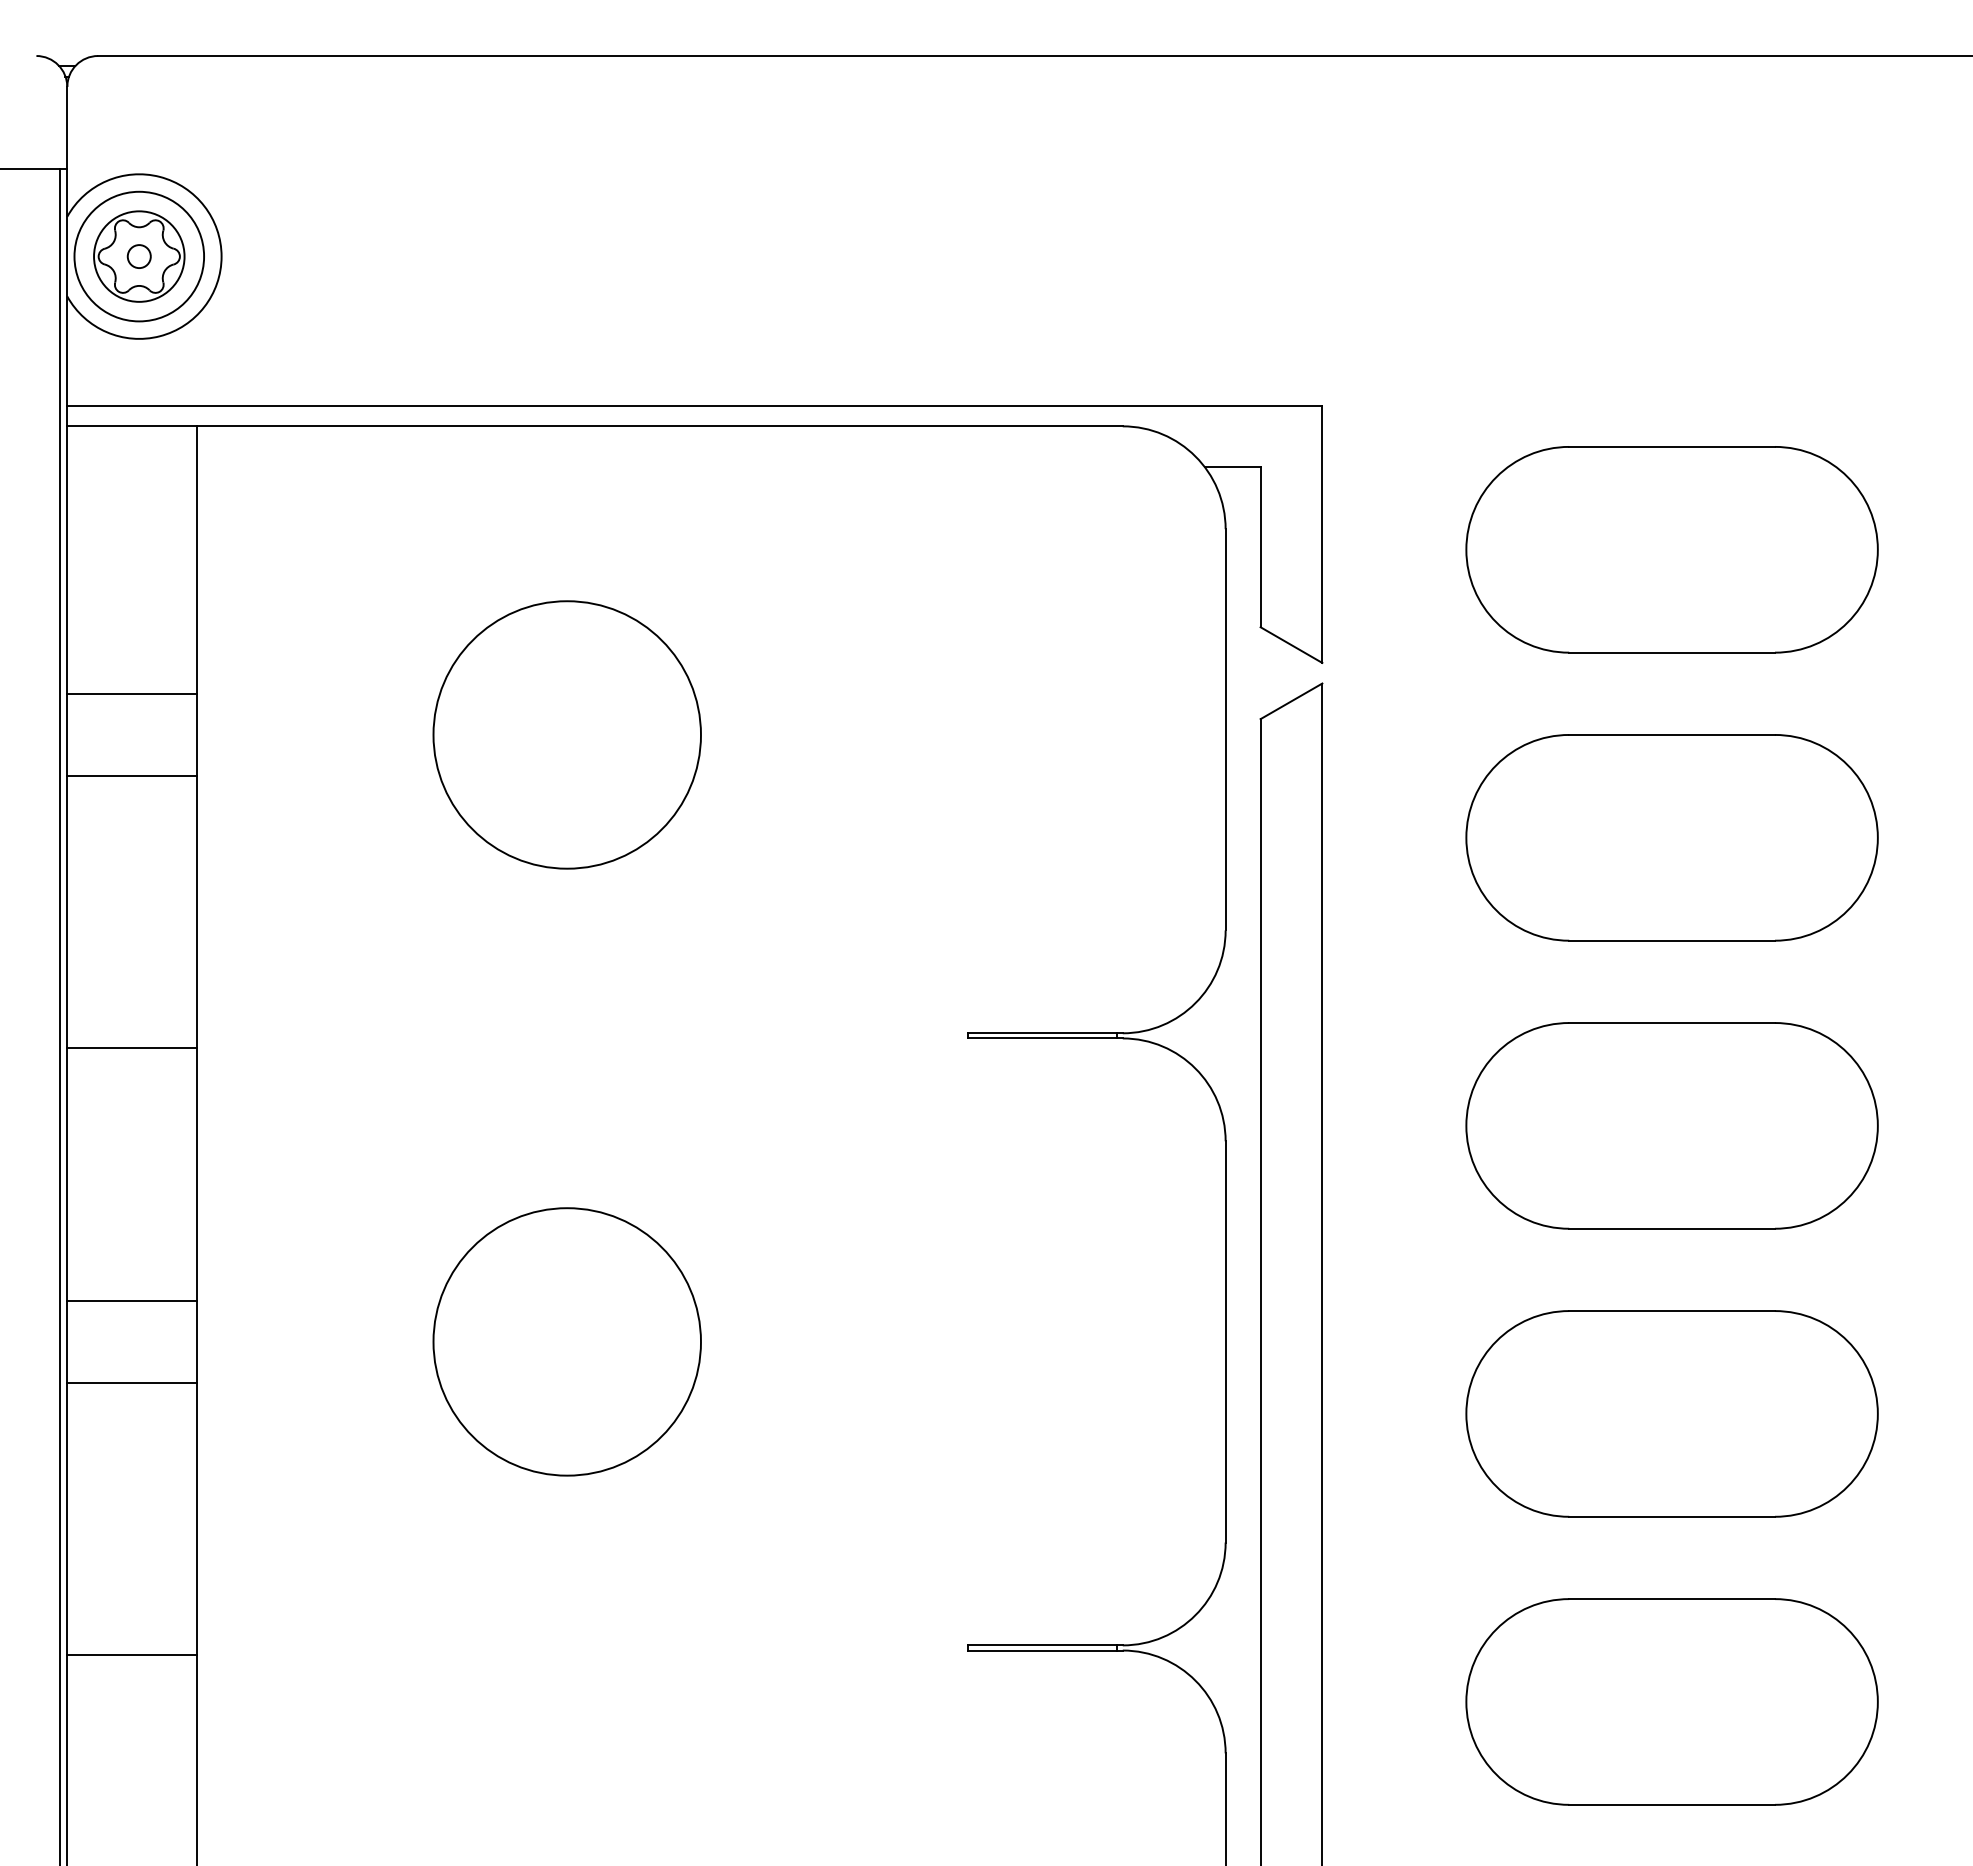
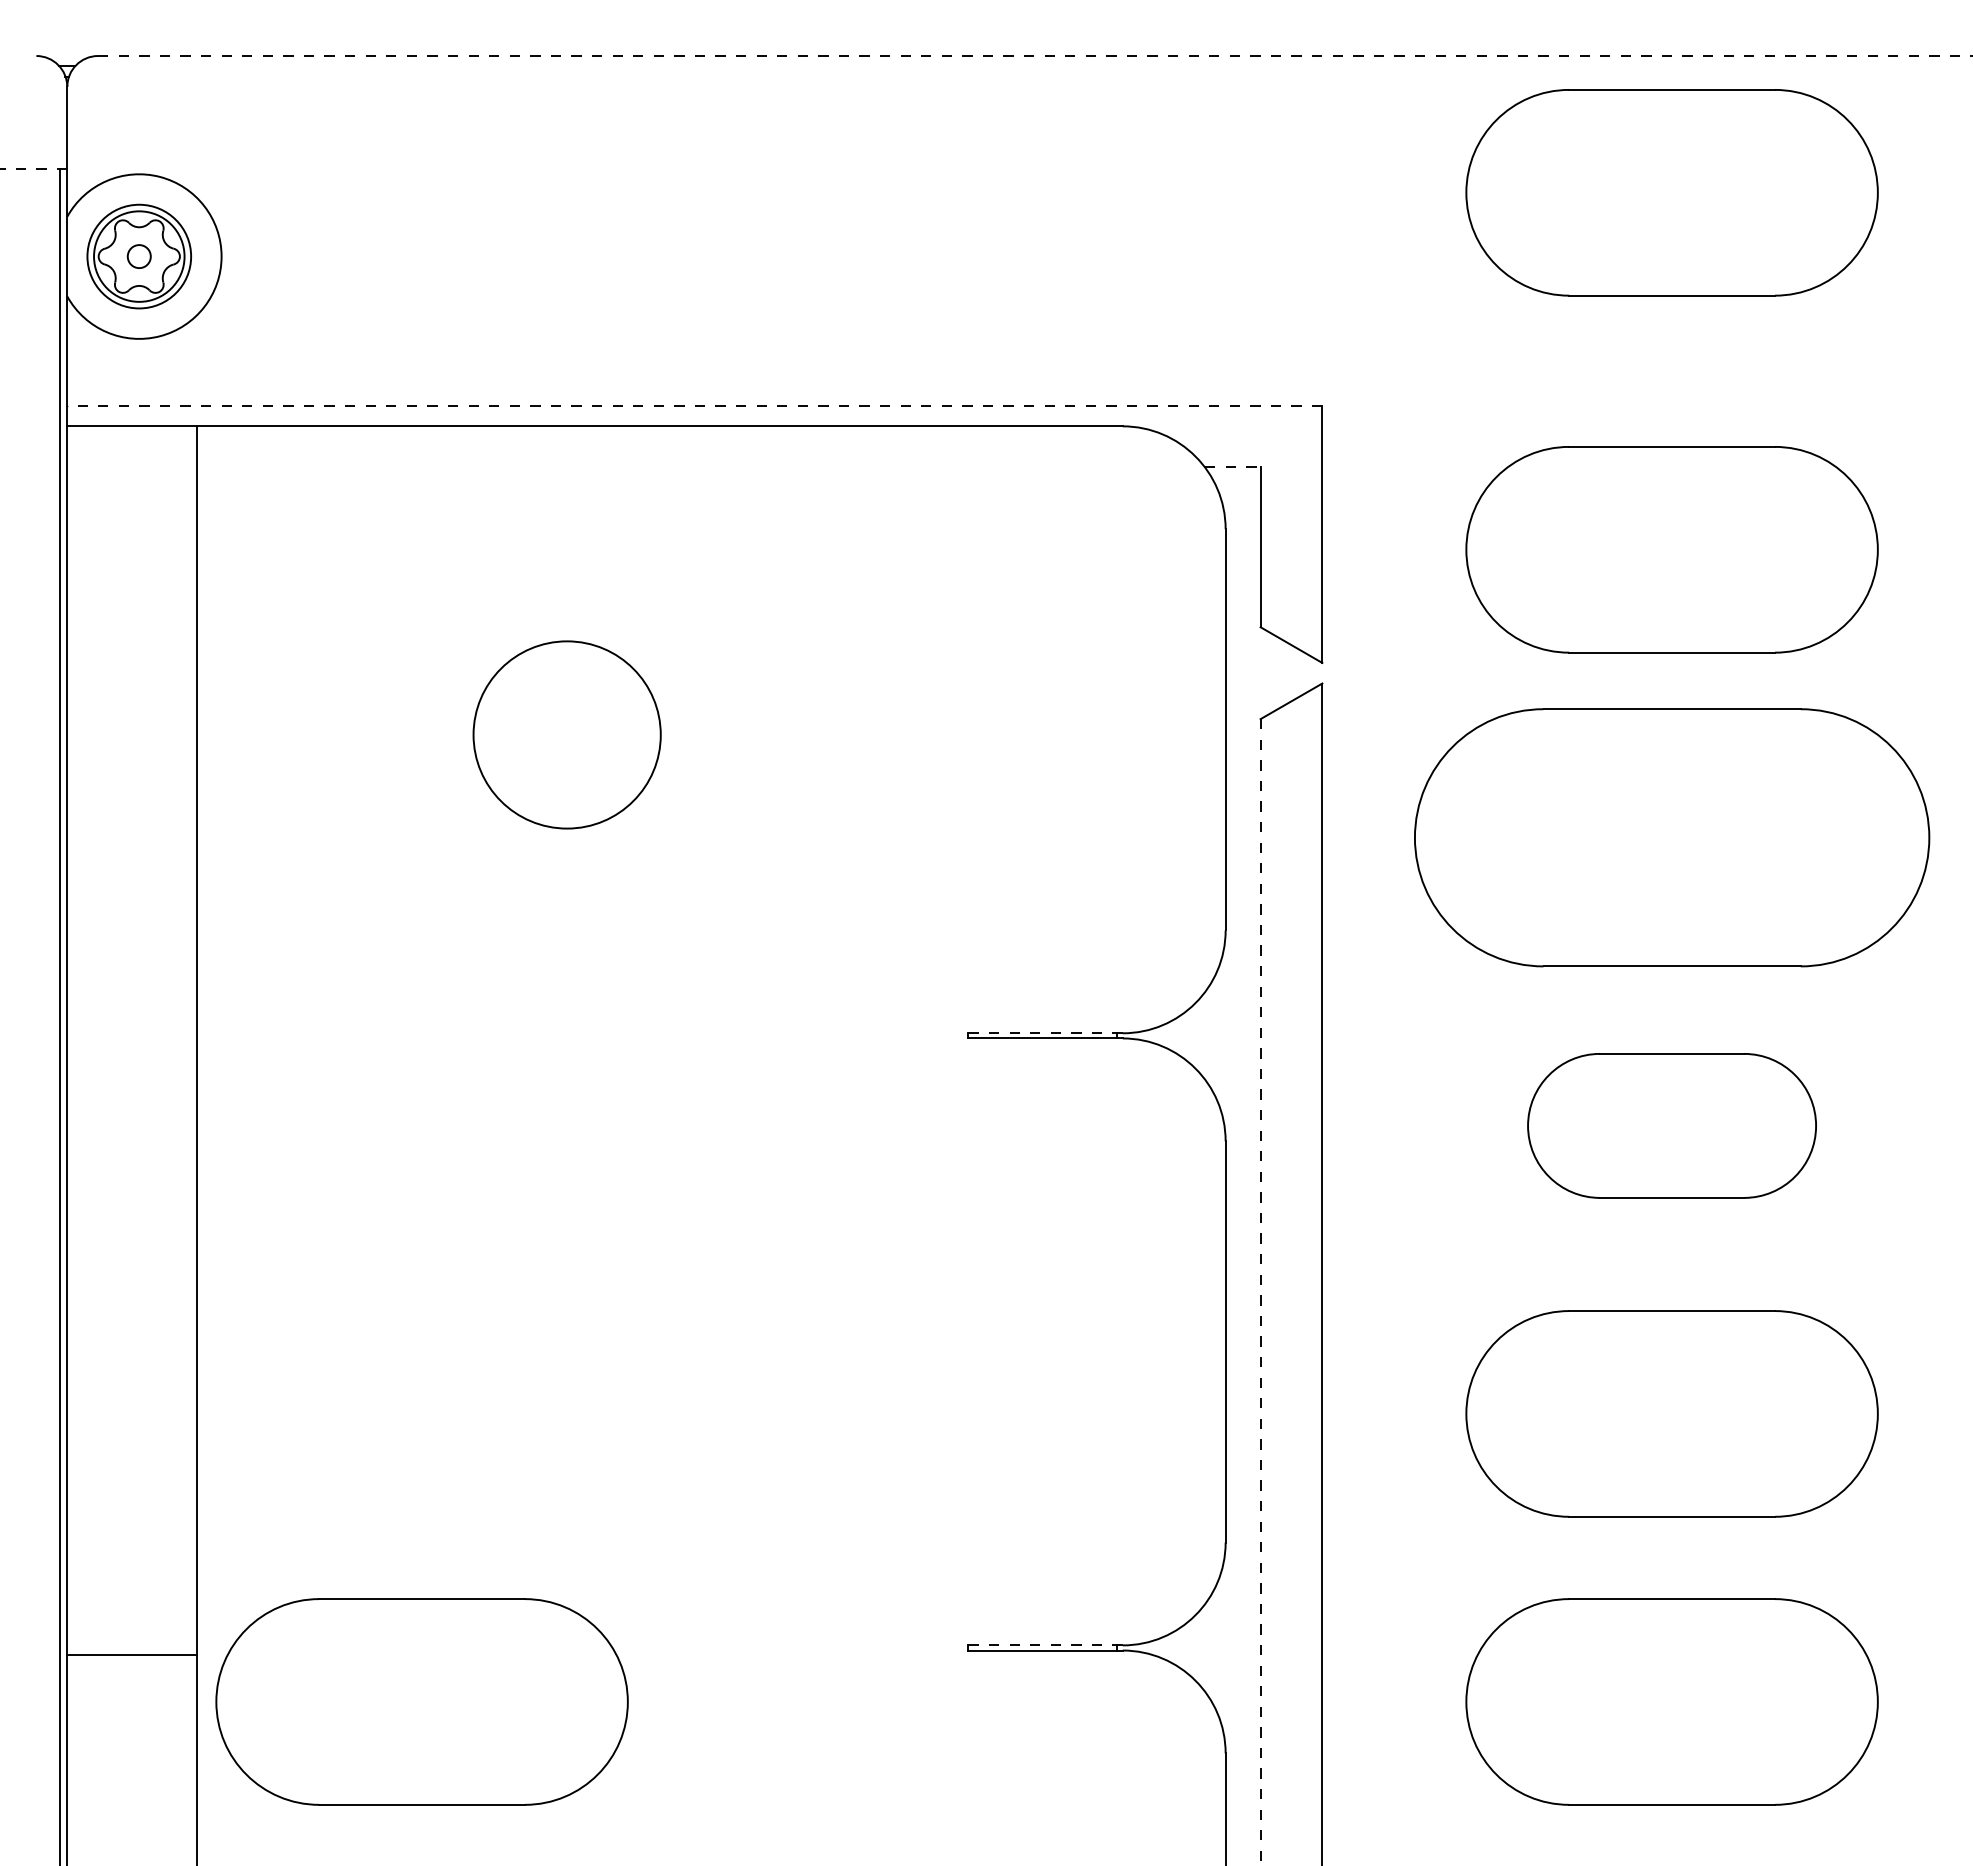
line at (1035, 56): solid -> dashed
line at (34, 169): solid -> dashed
part at (1671, 192): none -> present
circle at (139, 256) diameter: 130 px -> 104 px
line at (694, 405): solid -> dashed
line at (1232, 467): solid -> dashed
line at (131, 693): present -> none
circle at (566, 734) size: 270x270 px -> 190x190 px
line at (131, 776): present -> none
part at (1671, 837) size: 414x208 px -> 517x260 px
line at (1045, 1033): solid -> dashed
line at (131, 1048): present -> none
part at (1671, 1125) size: 414x208 px -> 290x146 px
line at (1260, 1292): solid -> dashed
line at (131, 1300): present -> none
circle at (566, 1341): present -> none
line at (131, 1383): present -> none
line at (1045, 1645): solid -> dashed
part at (421, 1701): none -> present
